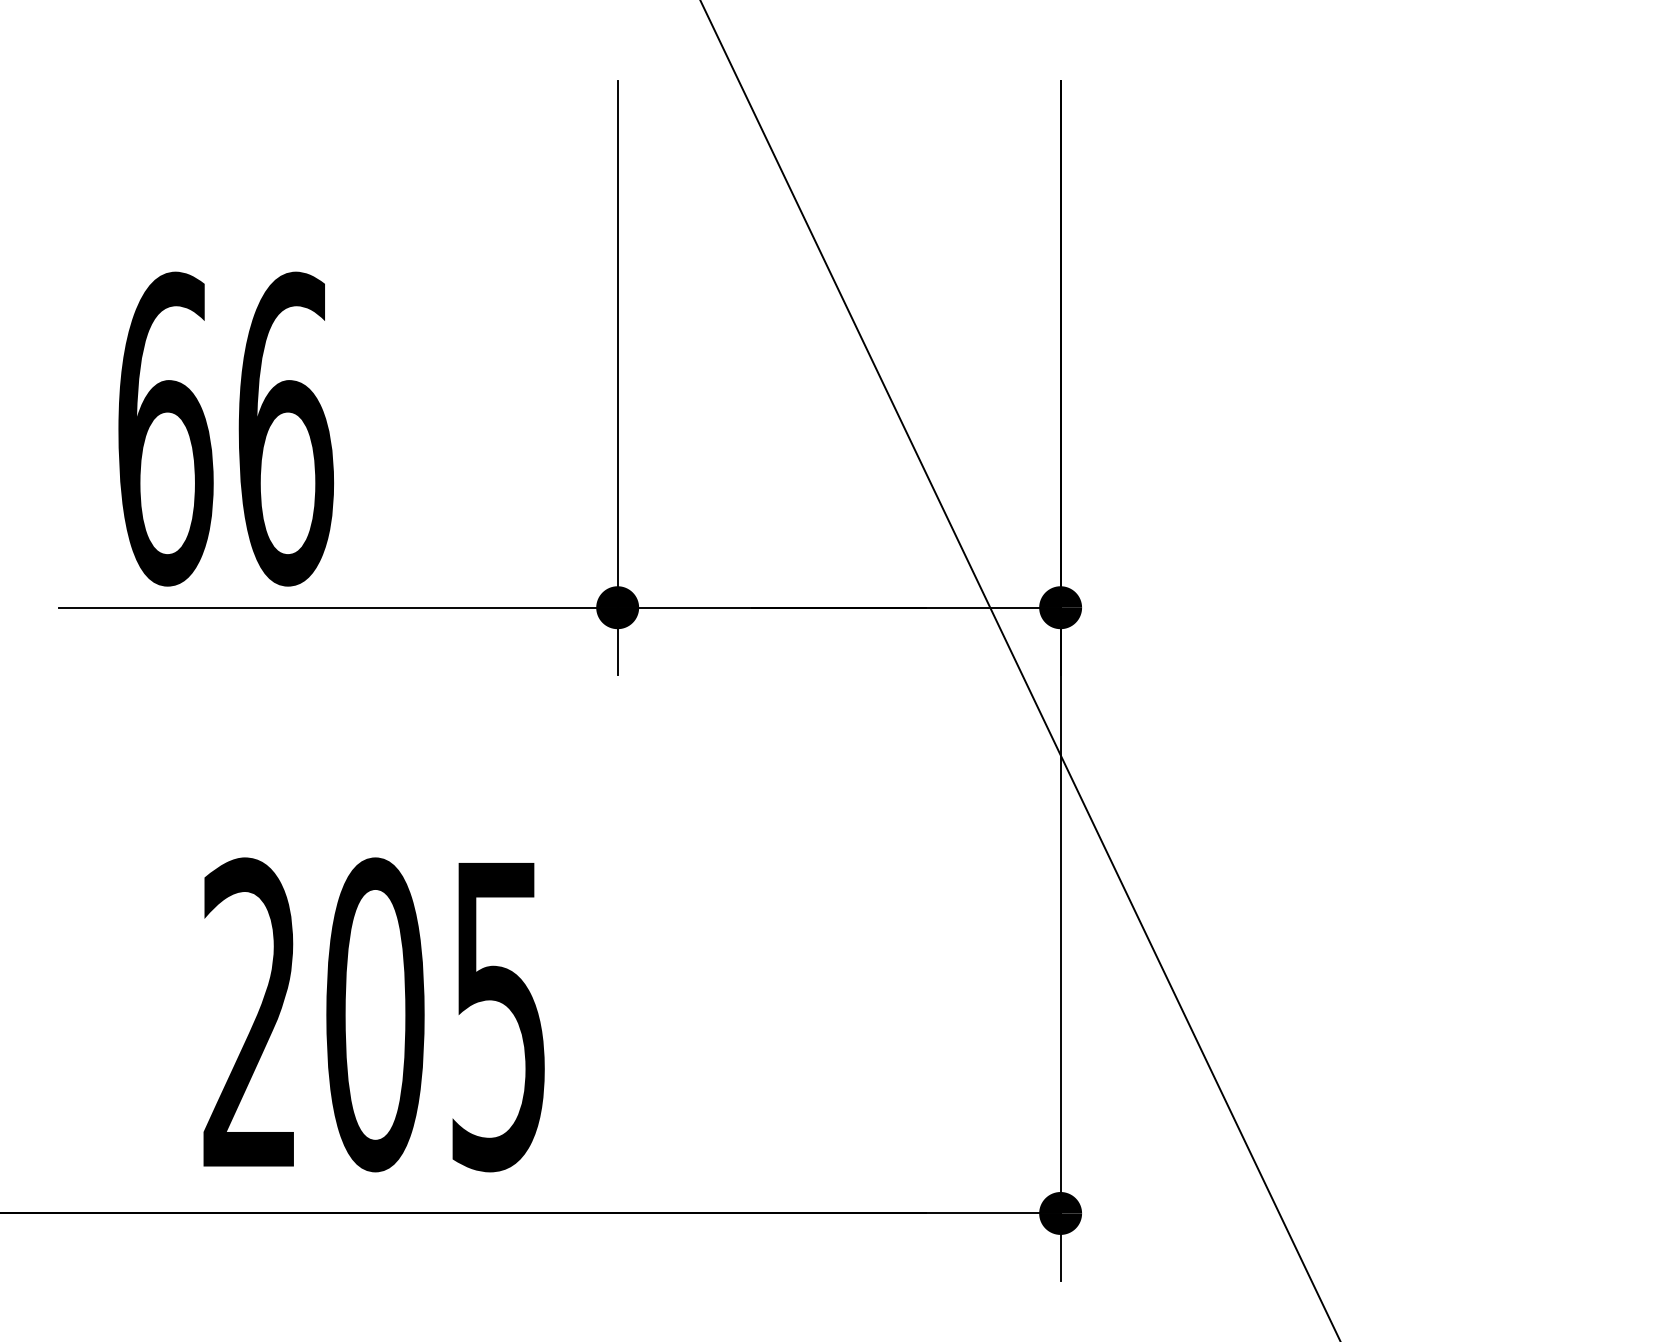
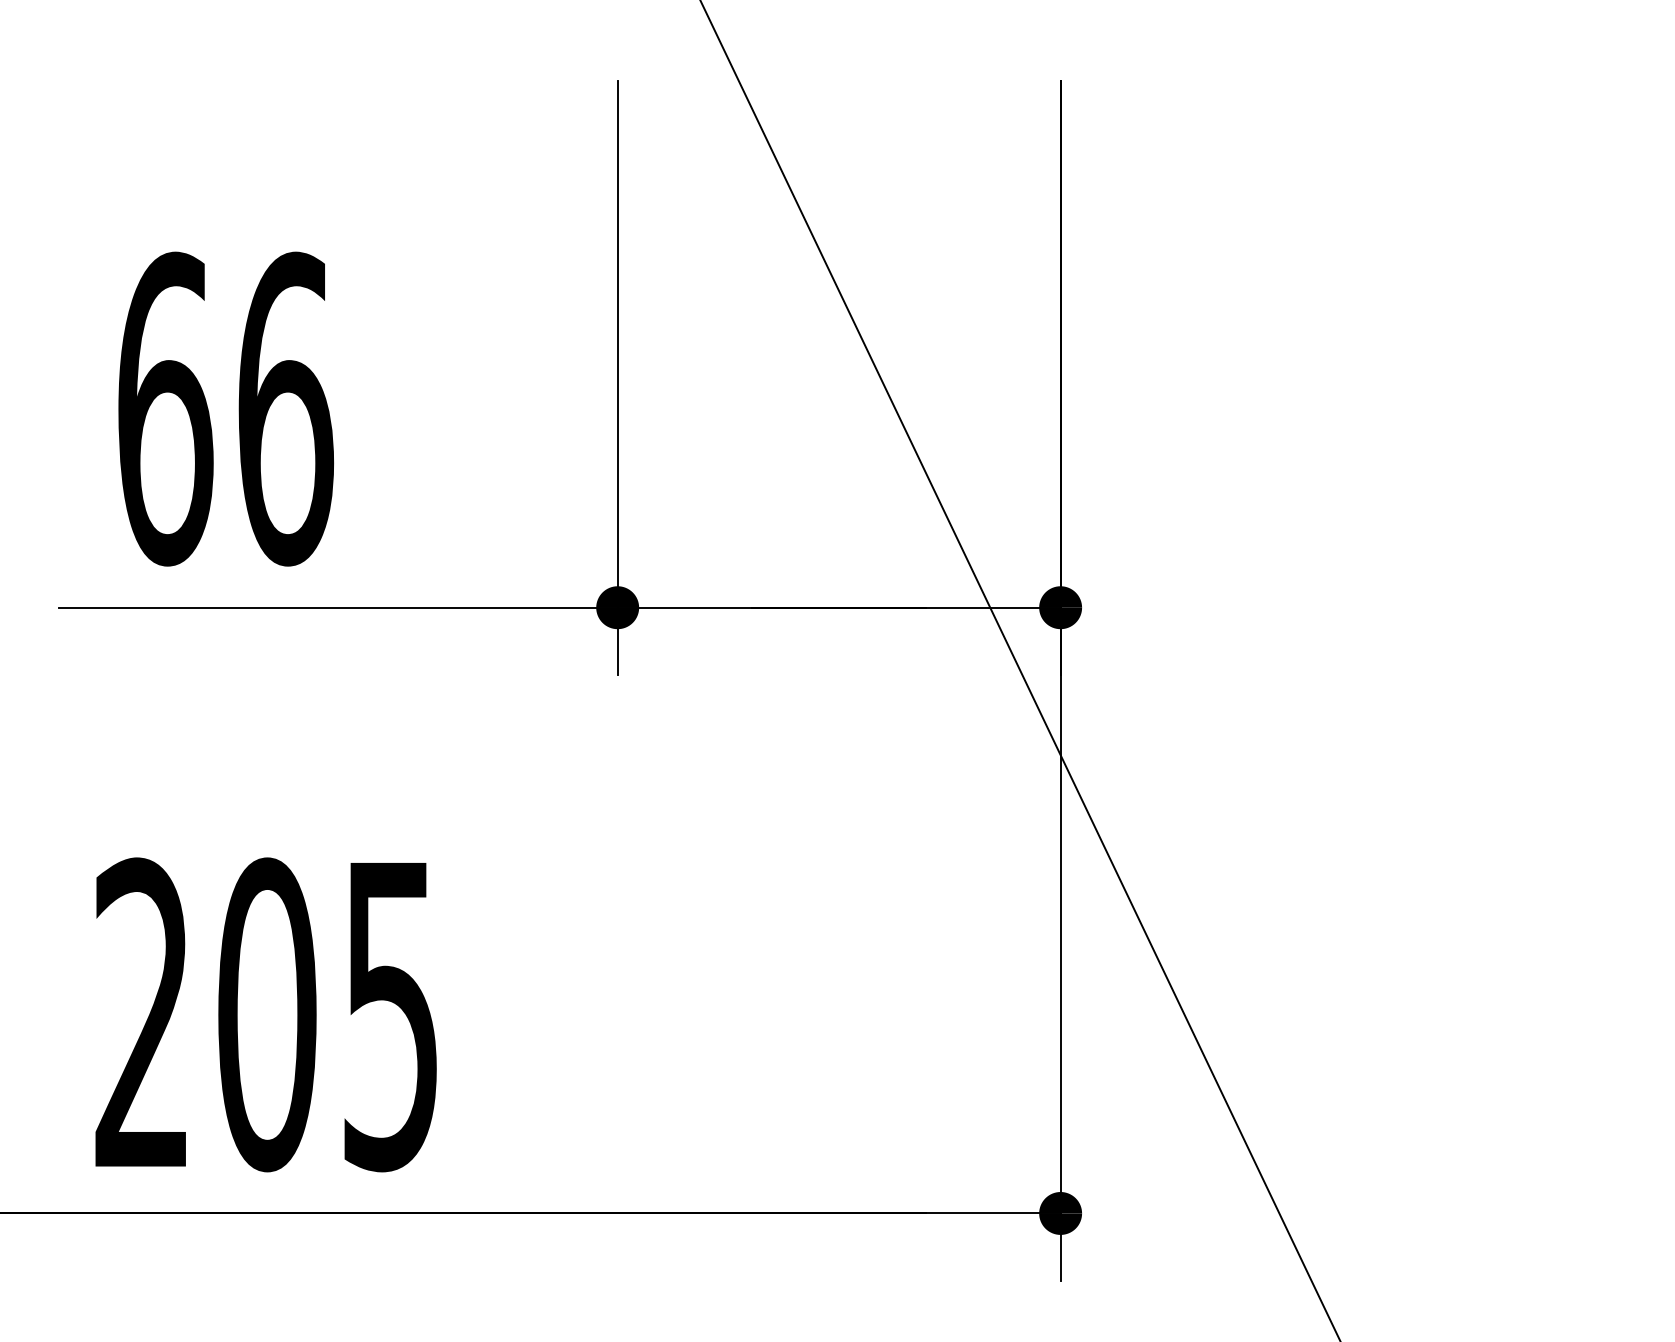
text at (225, 428) position: (225, 428) -> (225, 408)
text at (373, 1014) position: (373, 1014) -> (265, 1014)
